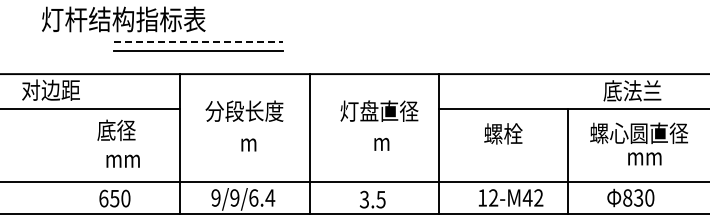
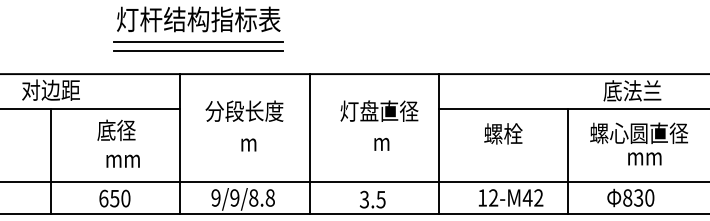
text at (123, 19) position: (123, 19) -> (198, 19)
line at (198, 42): dashed -> solid
line at (51, 161): none -> present
text at (262, 197): 9/9/6.4 -> 9/9/8.8
